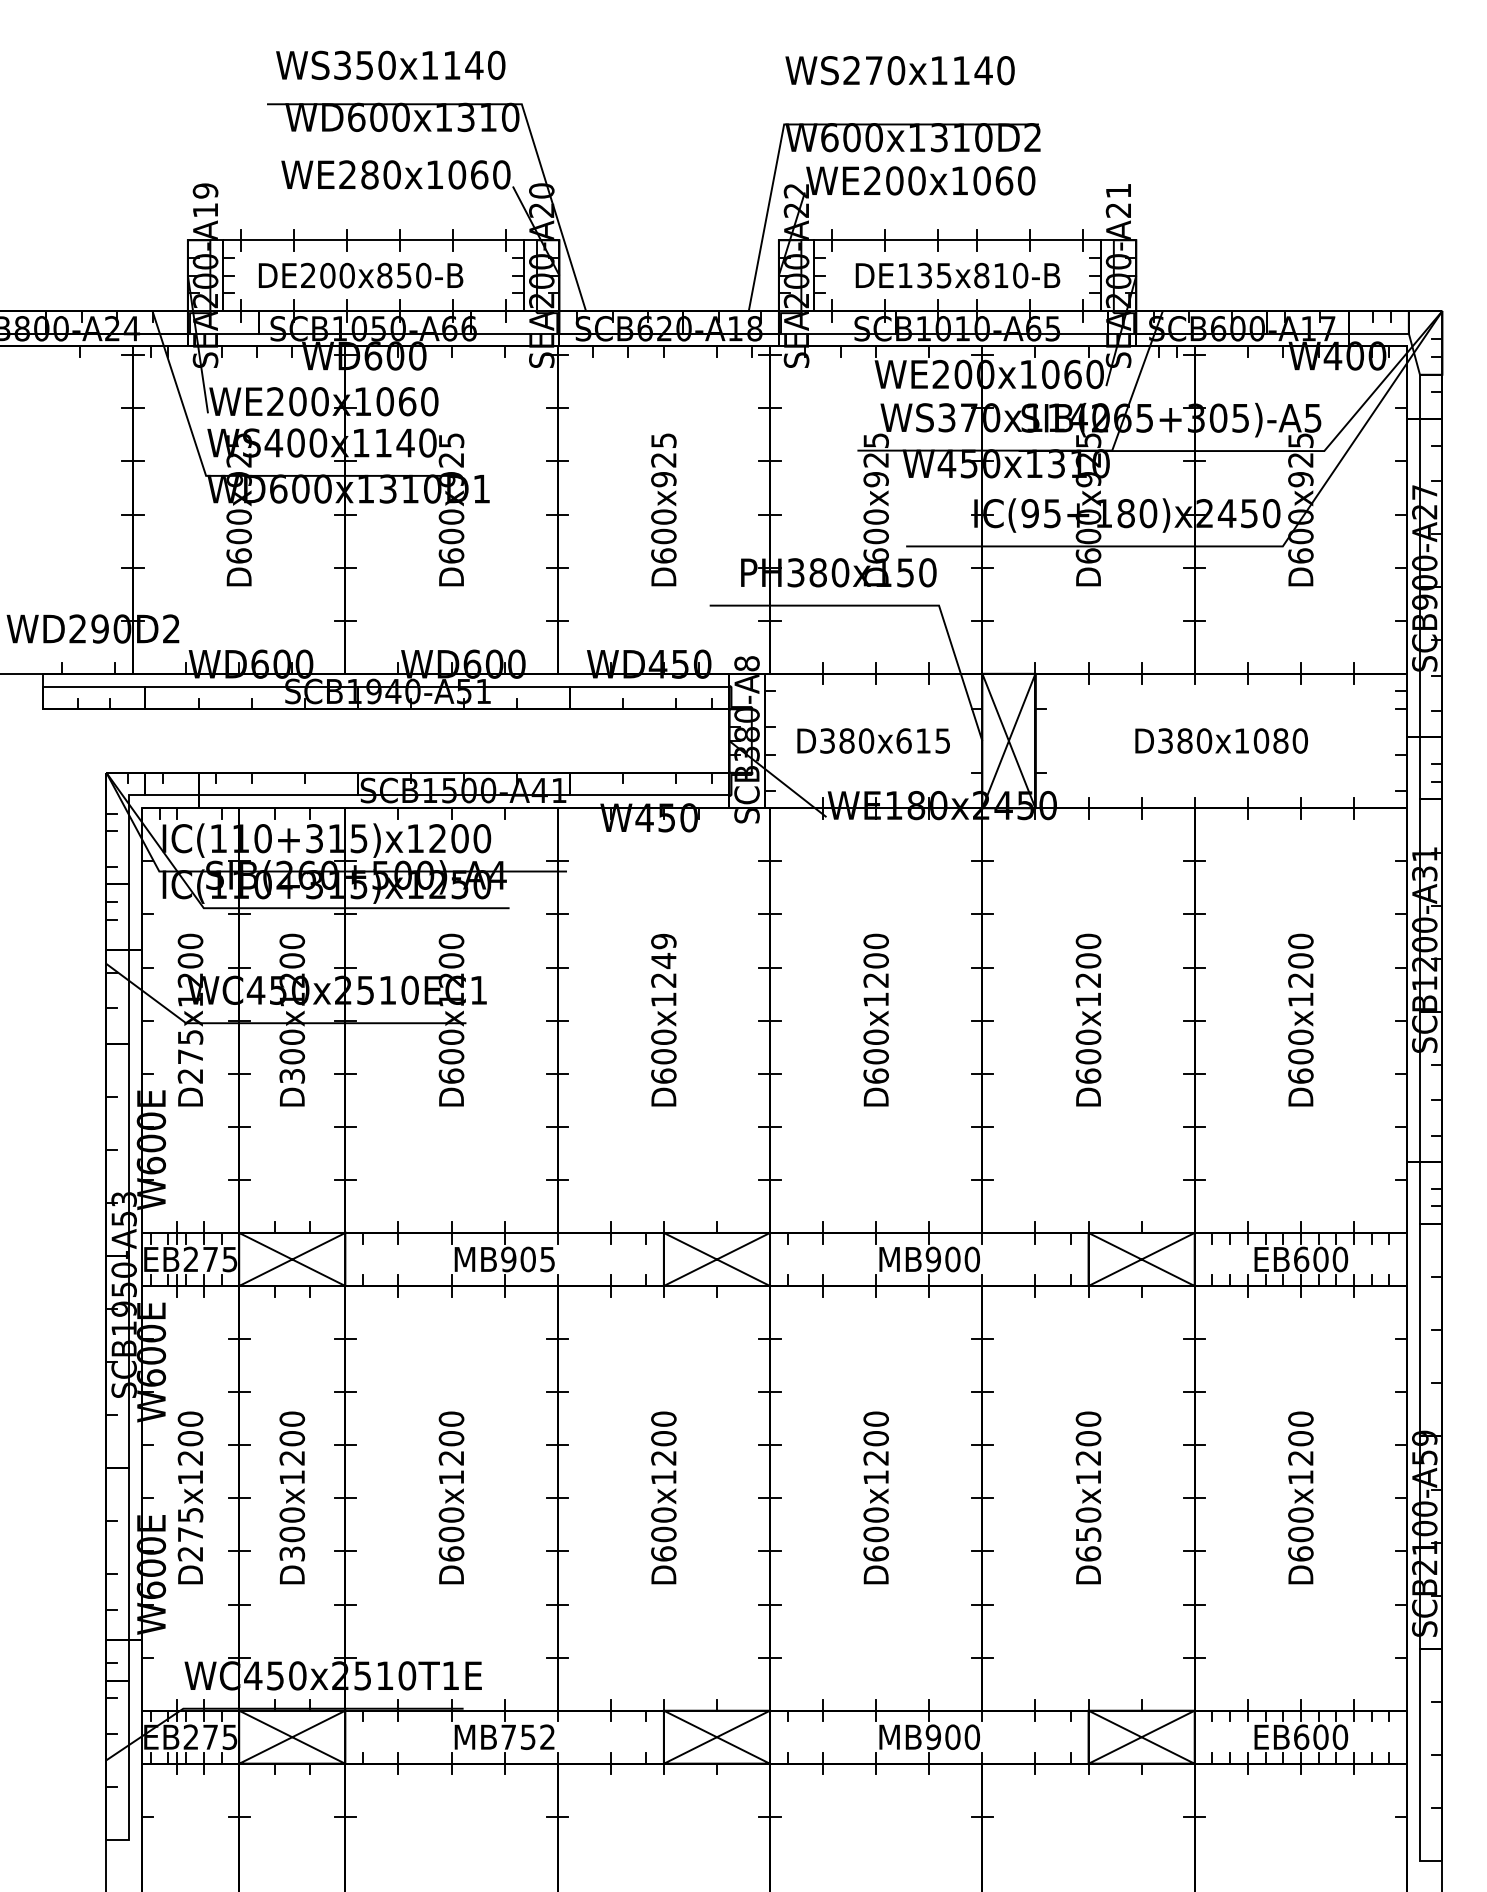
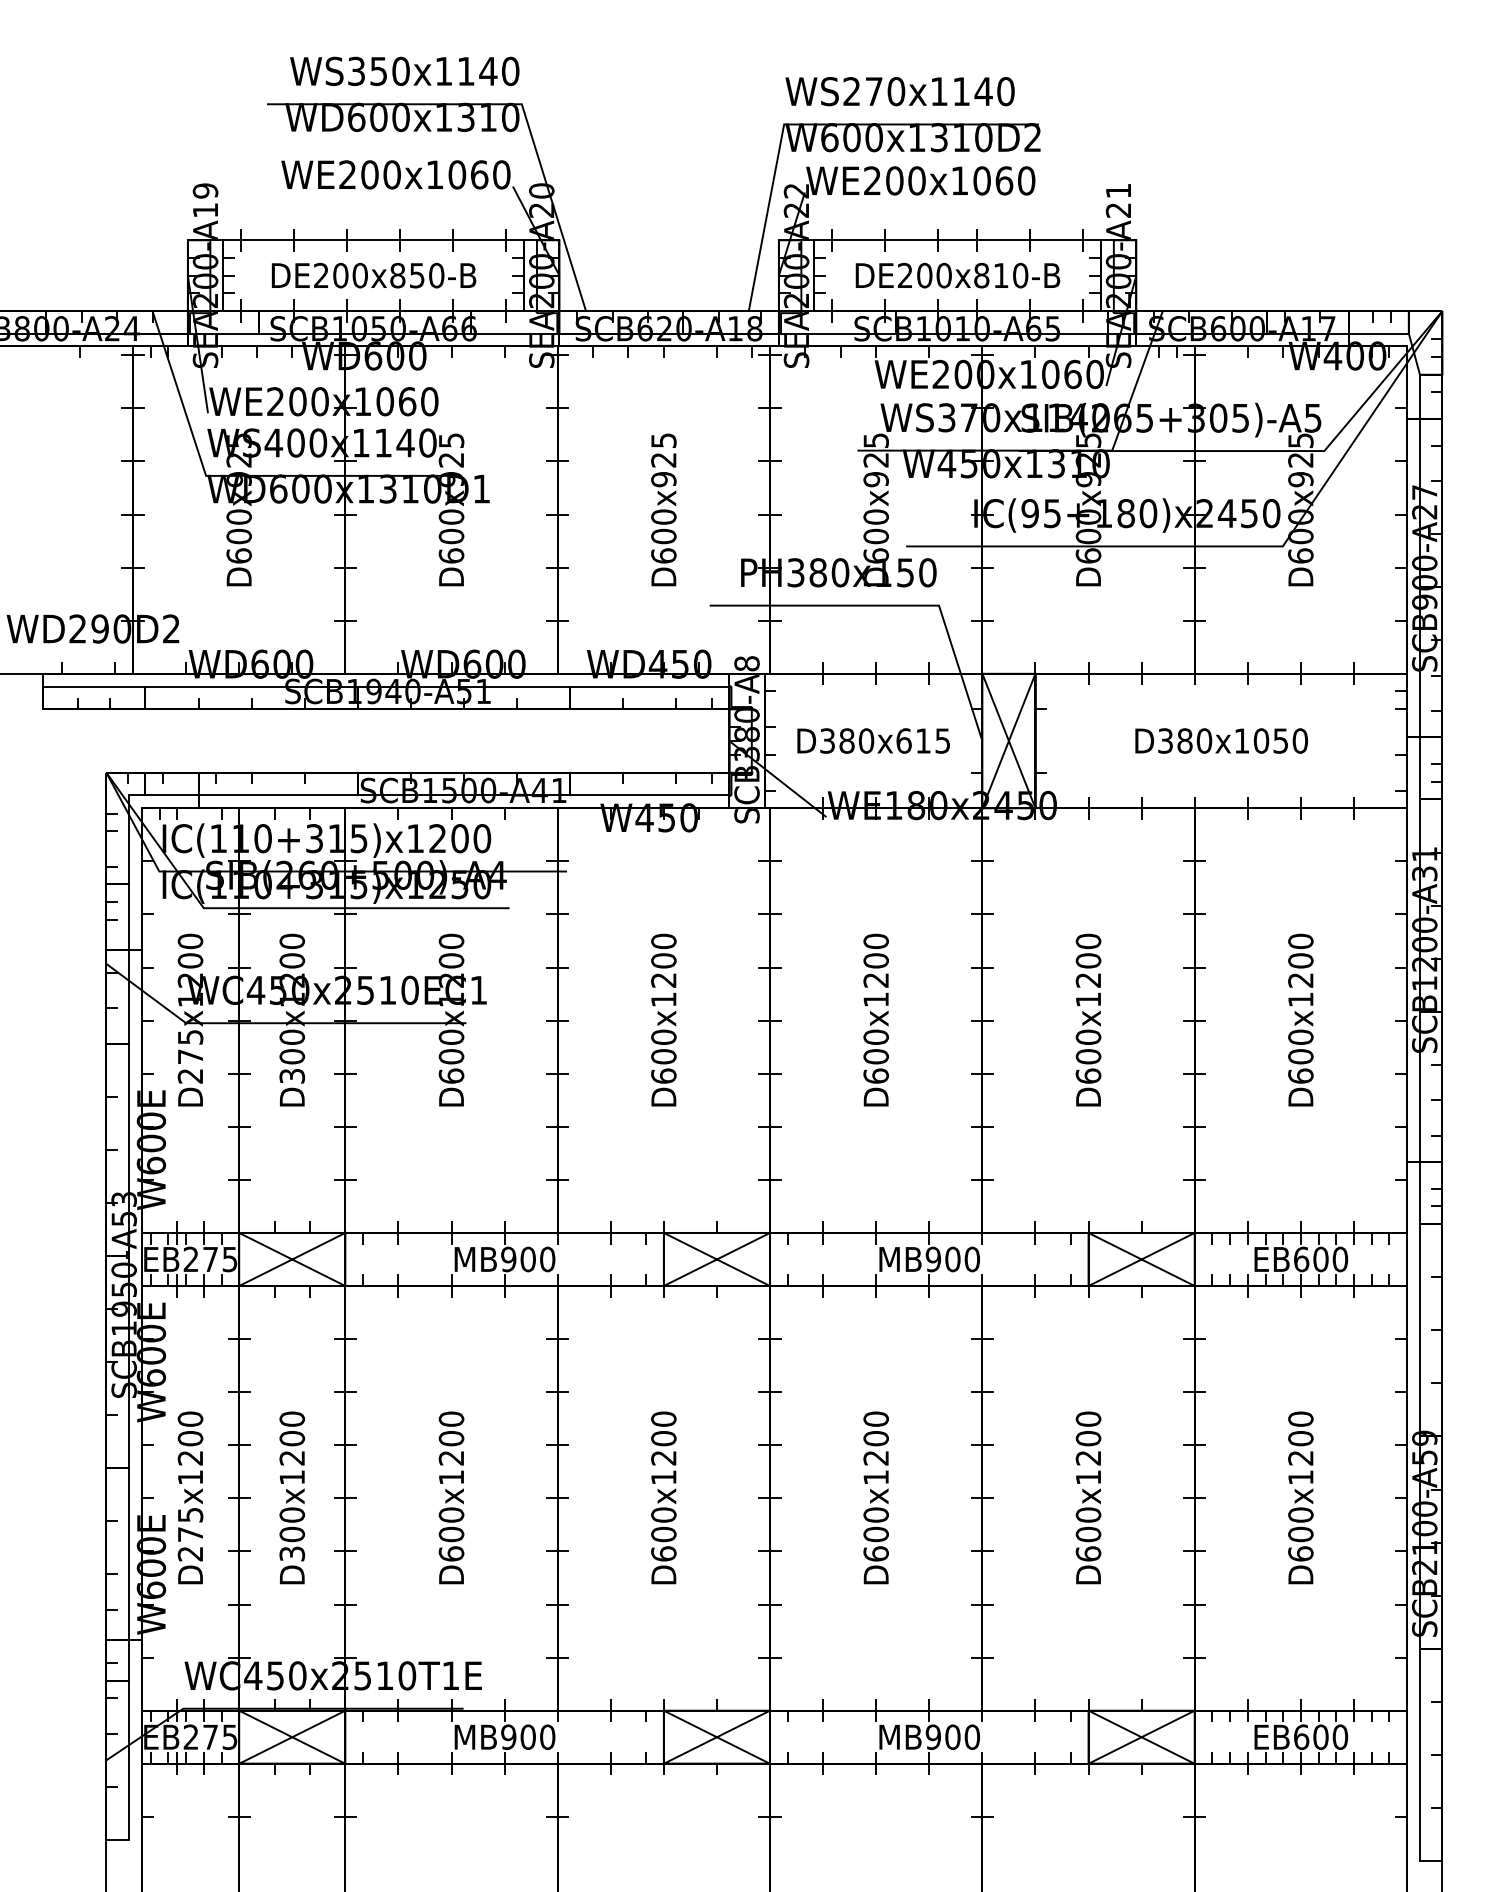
text at (390, 64) position: (390, 64) -> (404, 70)
text at (899, 70) position: (899, 70) -> (899, 91)
text at (369, 175): WE280x1060 -> WE200x1060
text at (360, 275) position: (360, 275) -> (373, 275)
text at (924, 275): DE135x810-B -> DE200x810-B
text at (1280, 740): D380x1080 -> D380x1050
text at (663, 951): D600x1249 -> D600x1200
text at (547, 1259): MB905 -> MB900
text at (1088, 1534): D650x1200 -> D600x1200
text at (528, 1736): MB752 -> MB900
